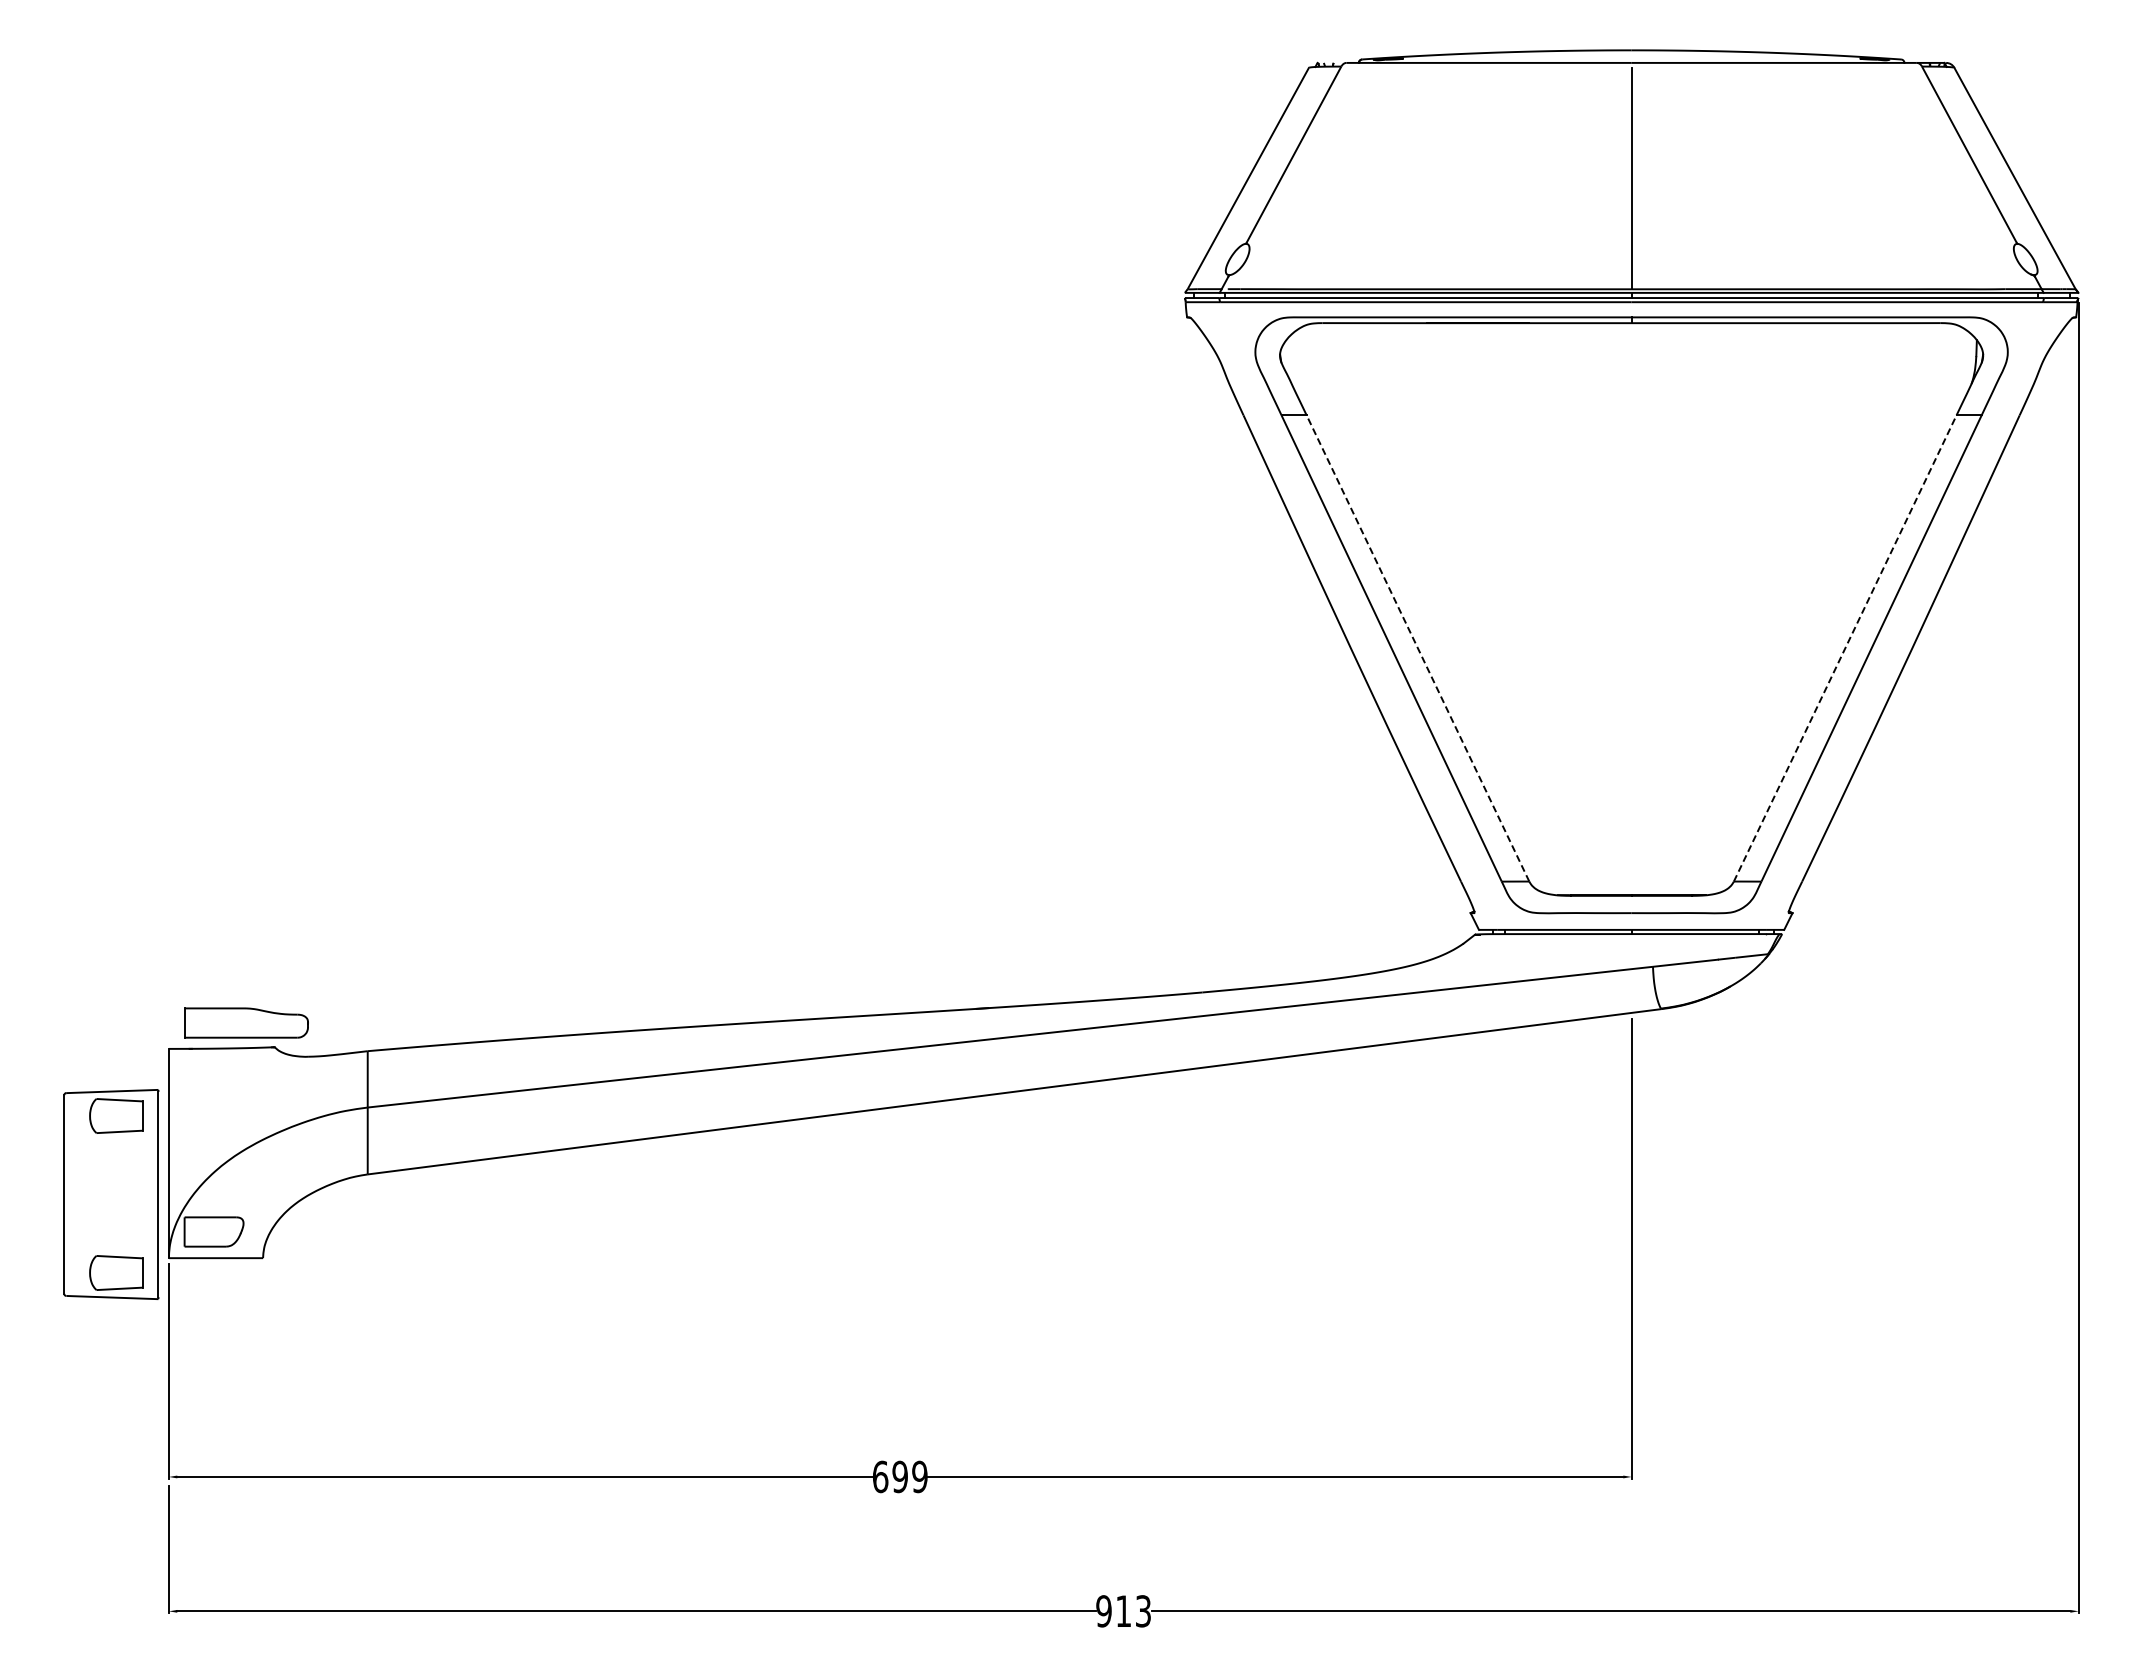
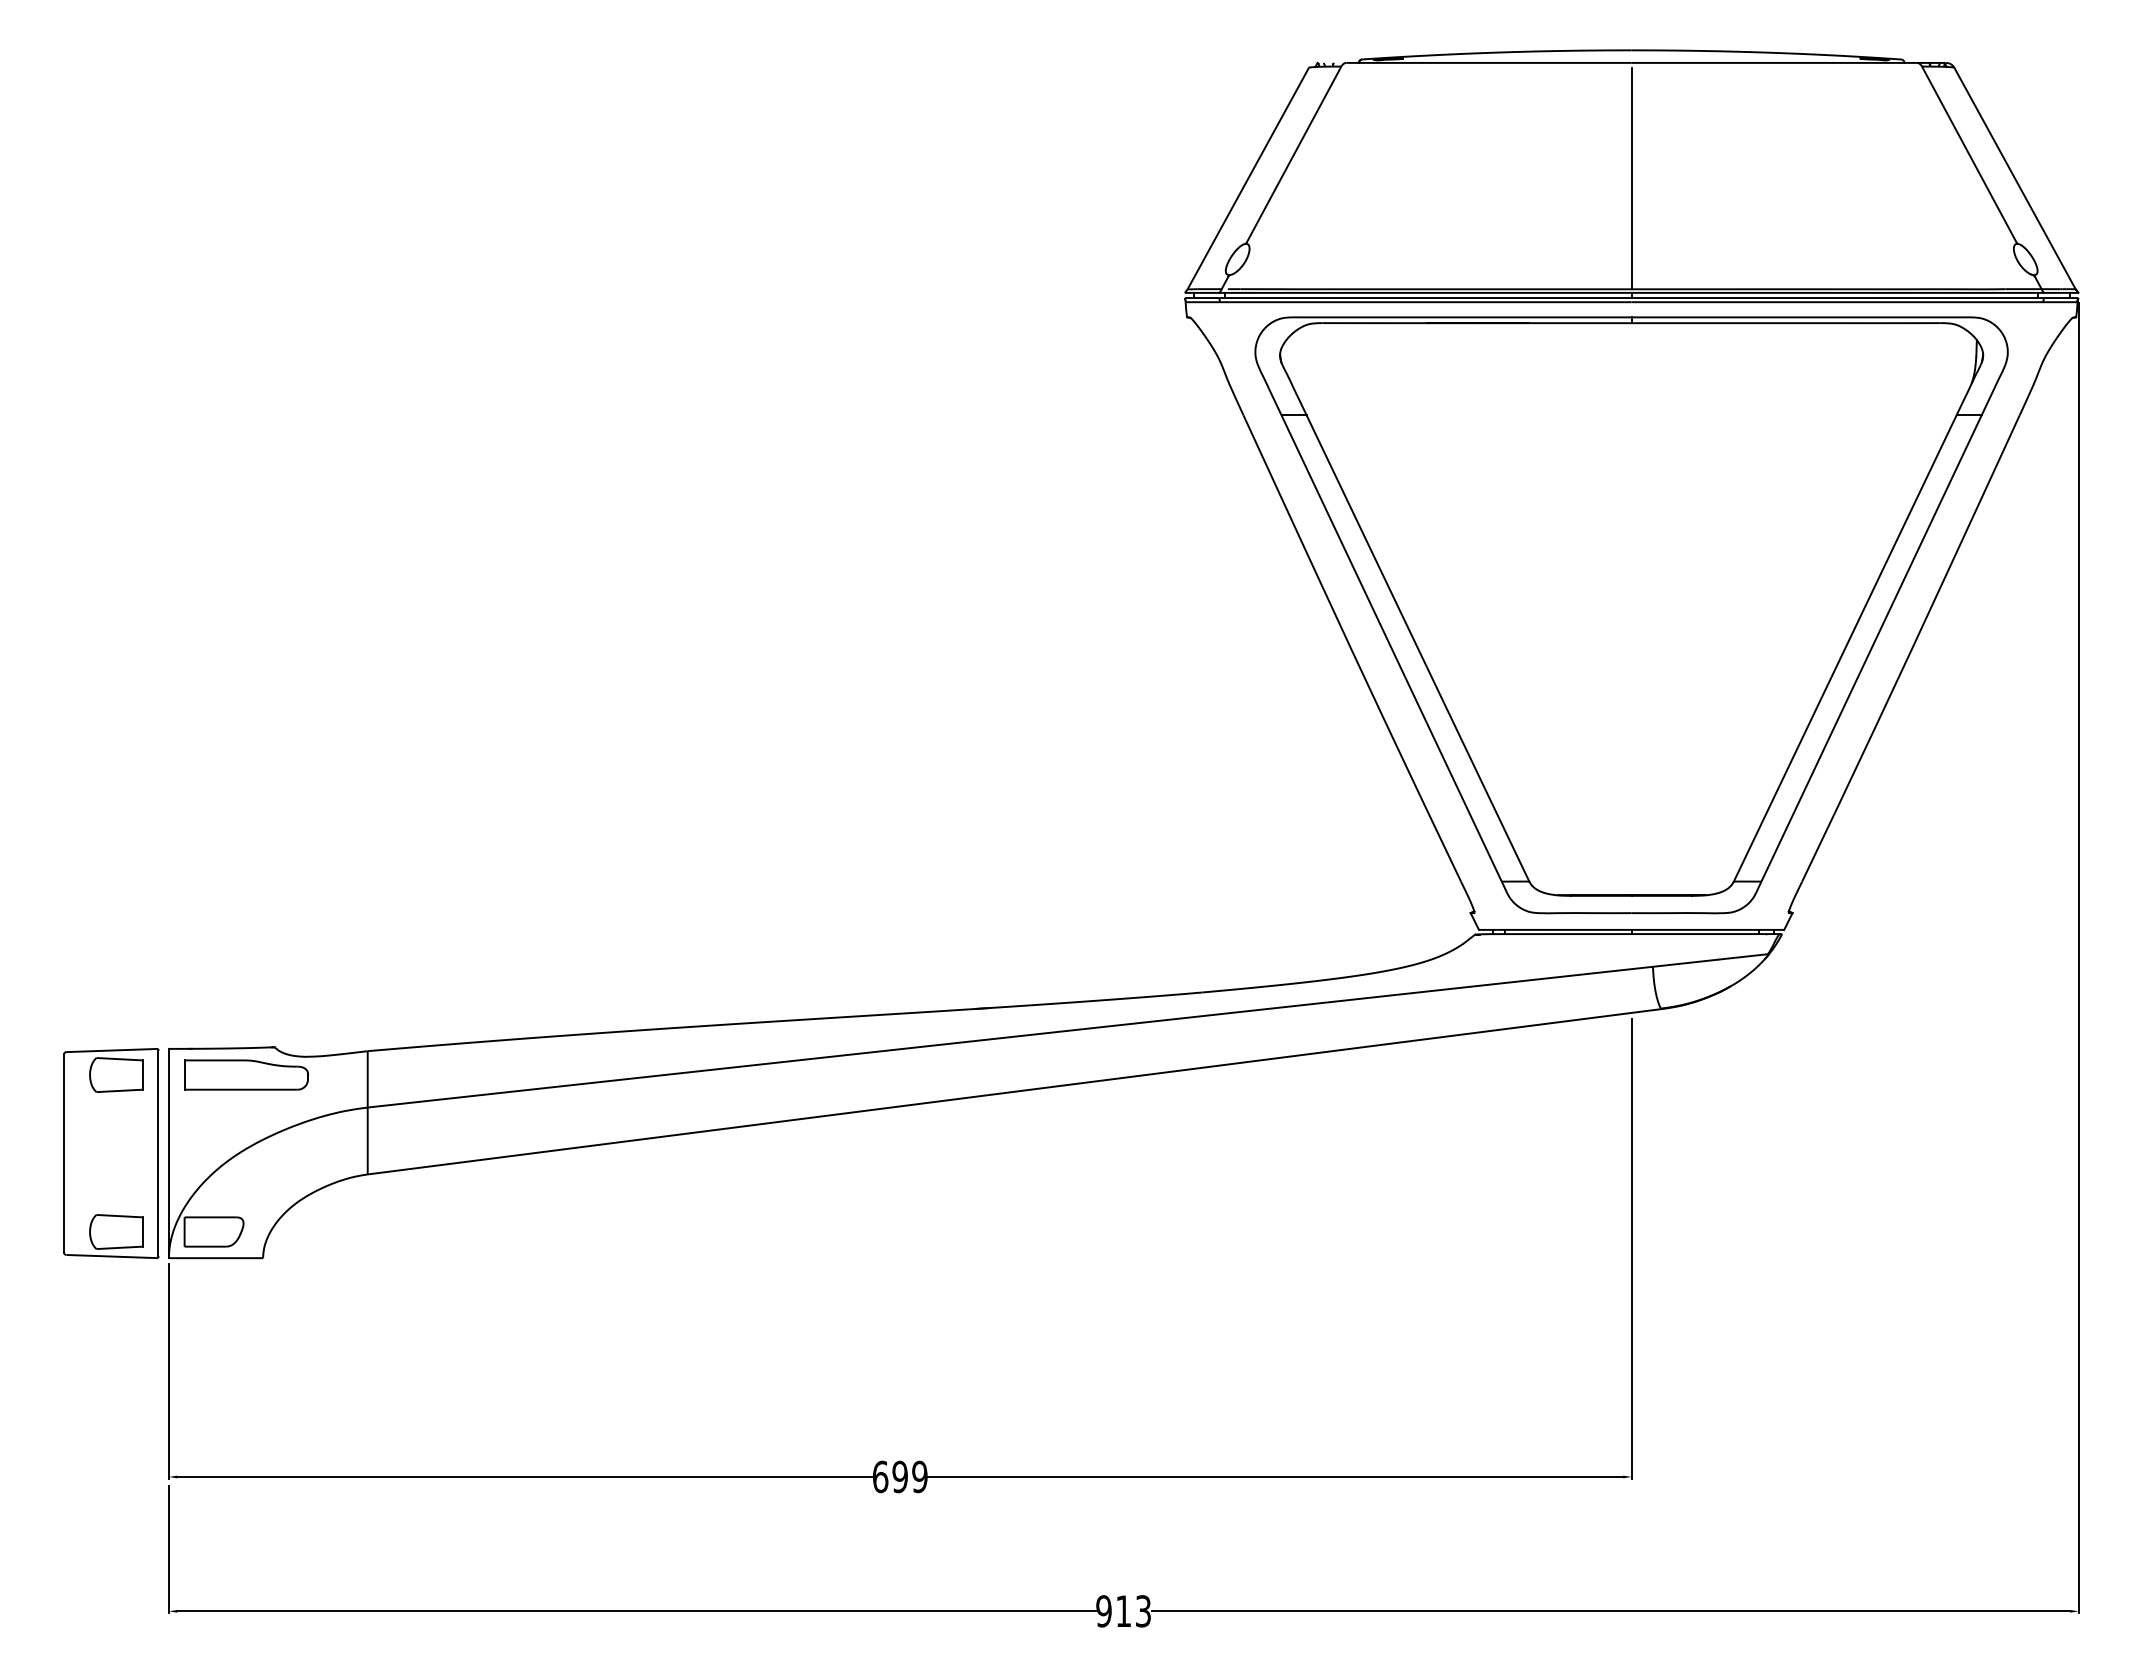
line at (1417, 648): dashed -> solid
line at (1845, 648): dashed -> solid
part at (246, 1022) position: (246, 1022) -> (246, 1074)
part at (111, 1194) position: (111, 1194) -> (111, 1153)
